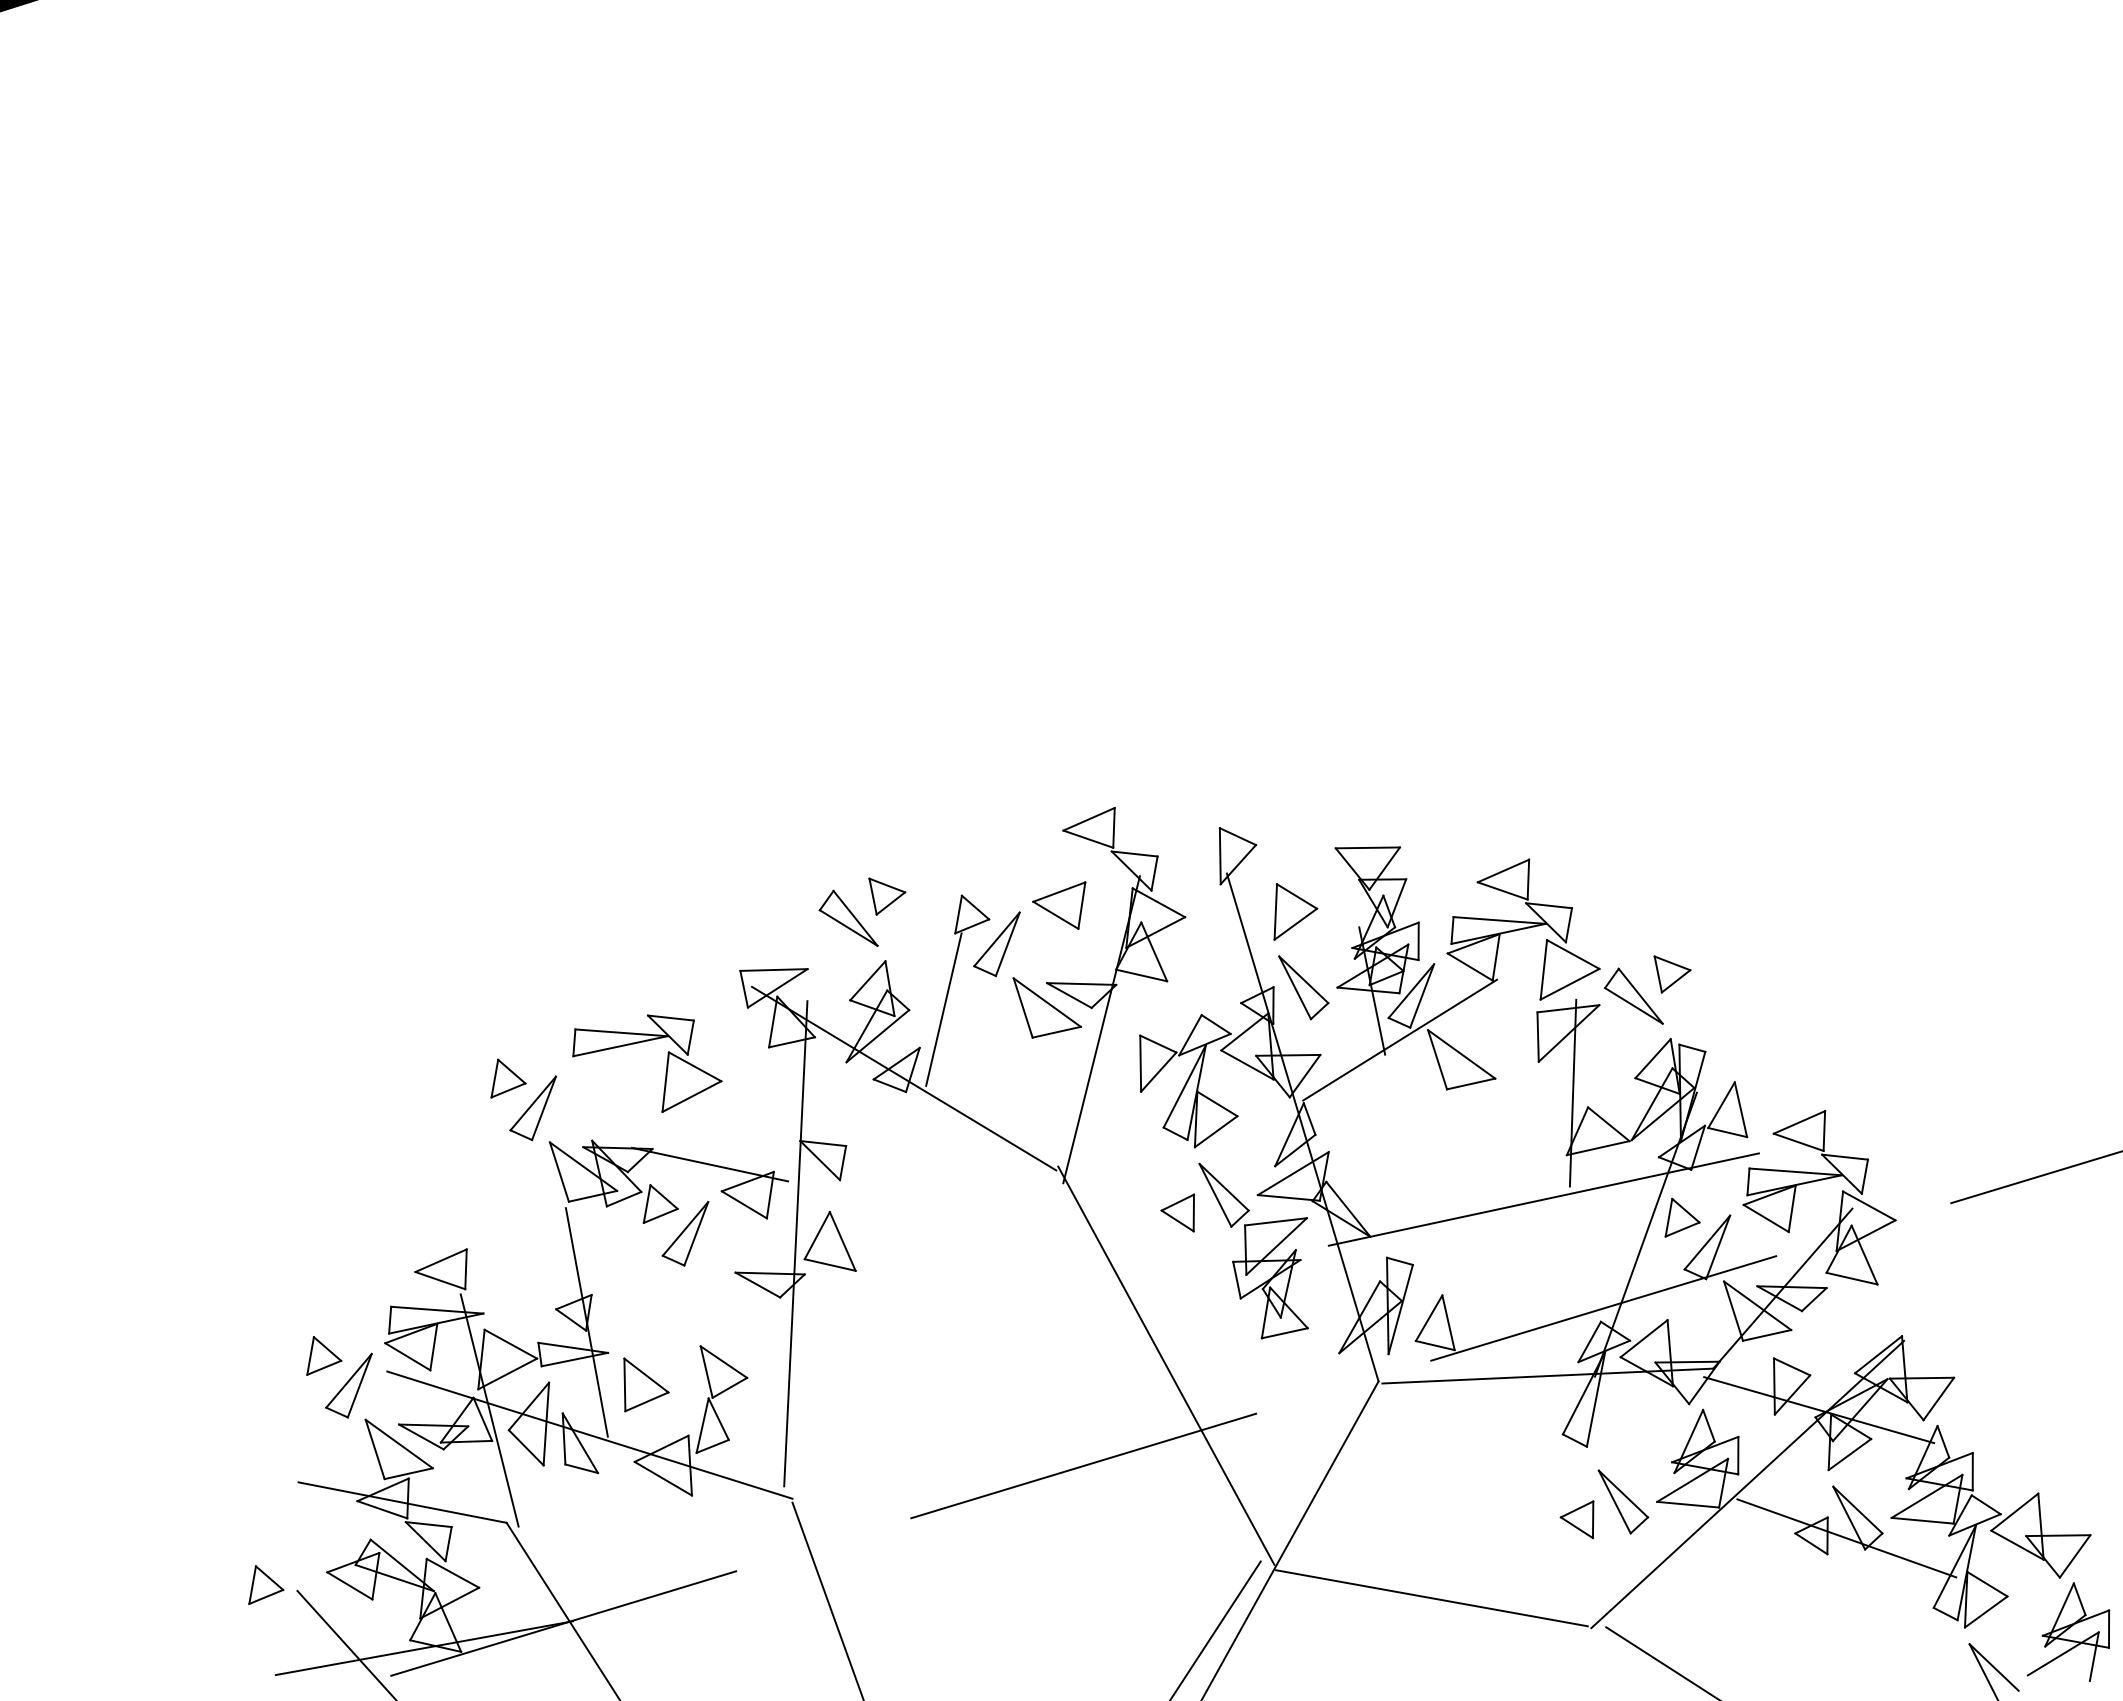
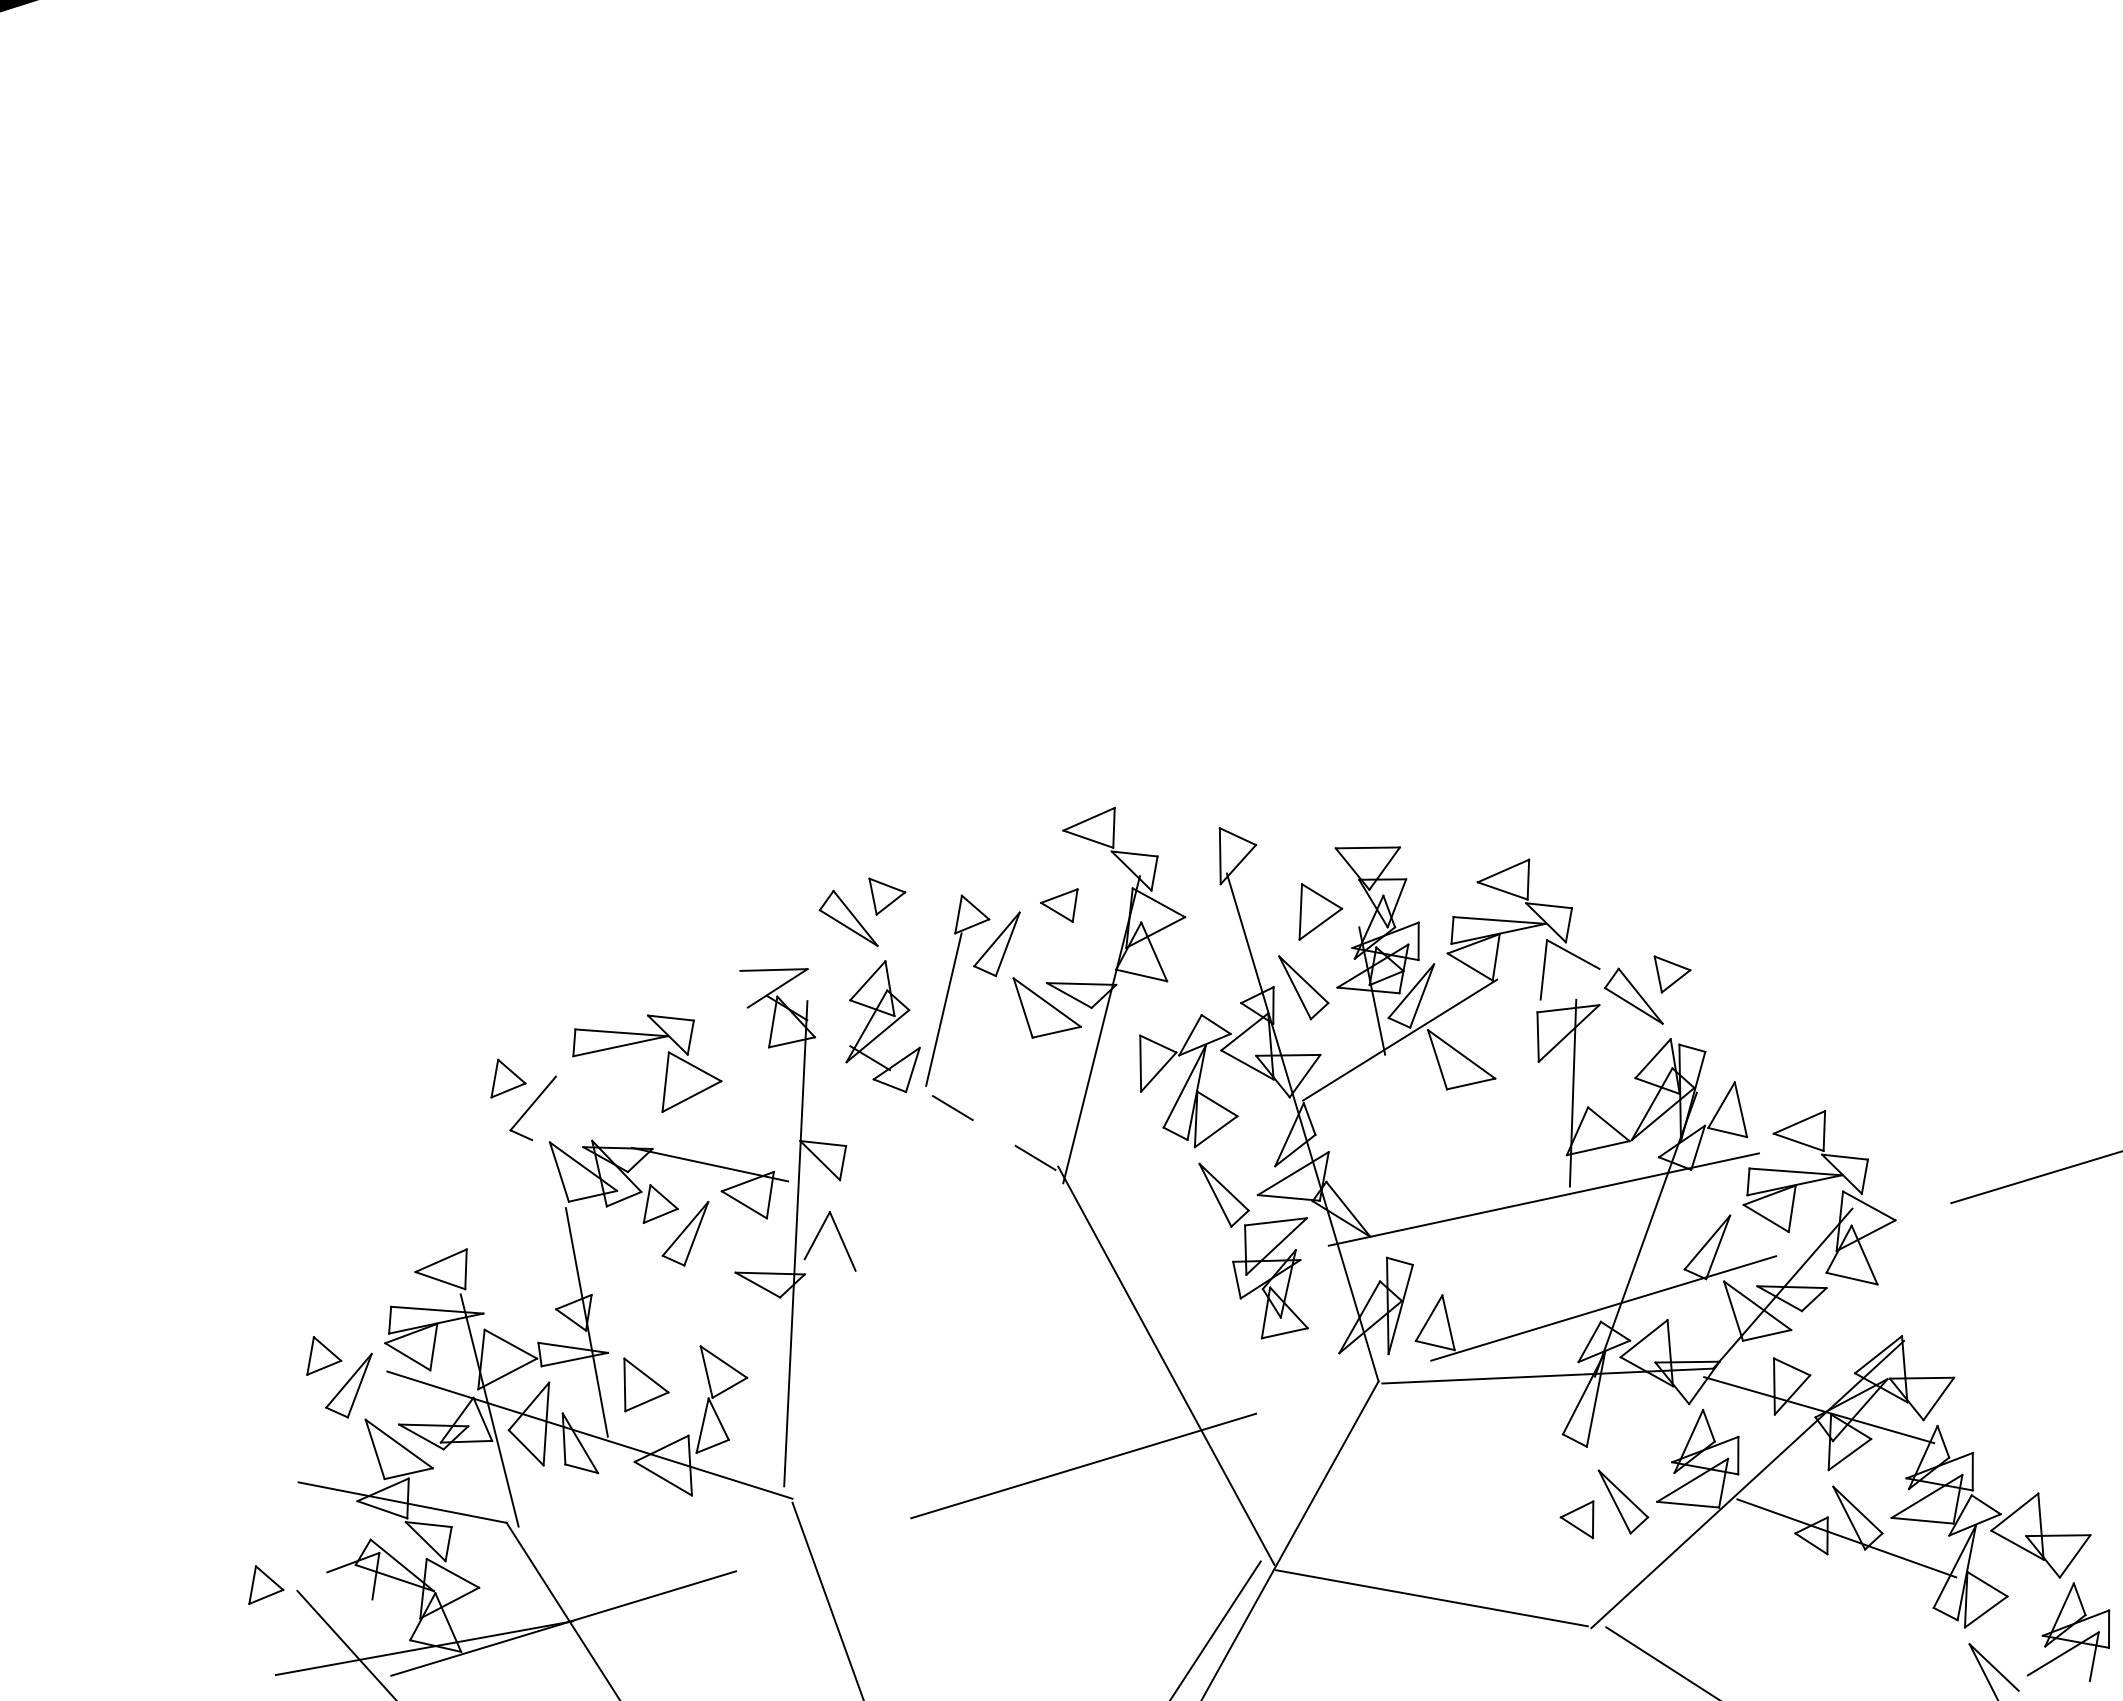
part at (1059, 905) size: 55x49 px -> 39x35 px
part at (1295, 911) position: (1295, 911) -> (1320, 911)
line at (1569, 983): present -> none
line at (743, 988): present -> none
line at (904, 1078): solid -> dashed
line at (543, 1108): present -> none
part at (1177, 1212): present -> none
part at (1682, 1217): present -> none
line at (829, 1264): present -> none
line at (349, 1585): present -> none
